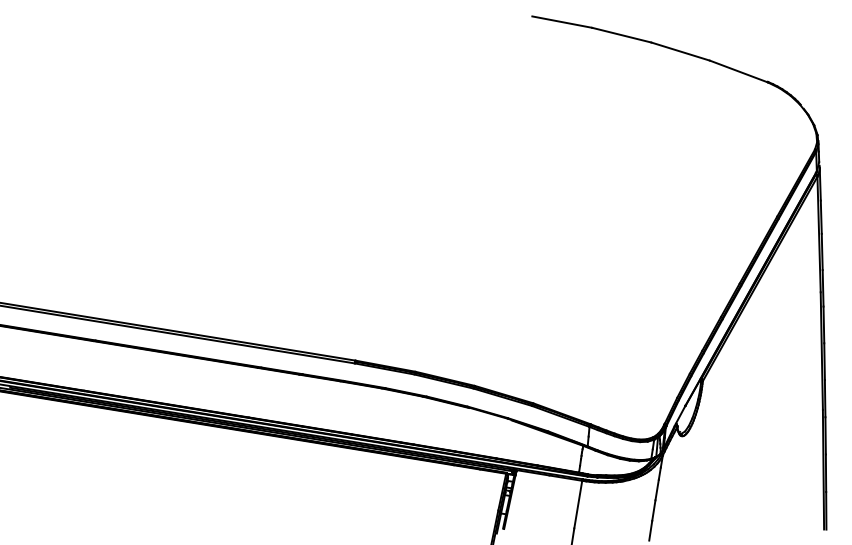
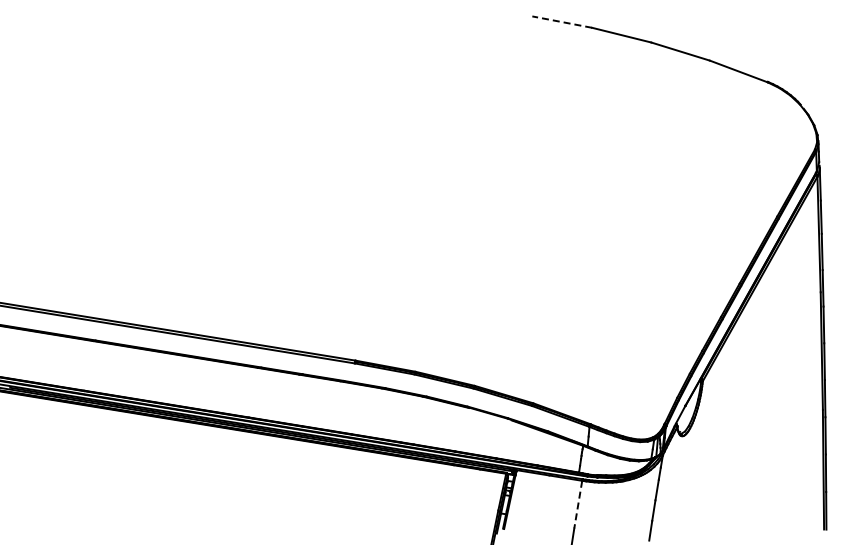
line at (561, 22): solid -> dashed
line at (578, 505): solid -> dashed
